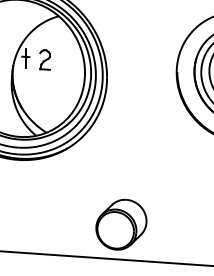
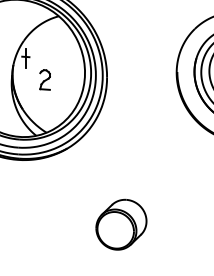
part at (44, 59) position: (44, 59) -> (44, 79)
line at (106, 258): present -> none
